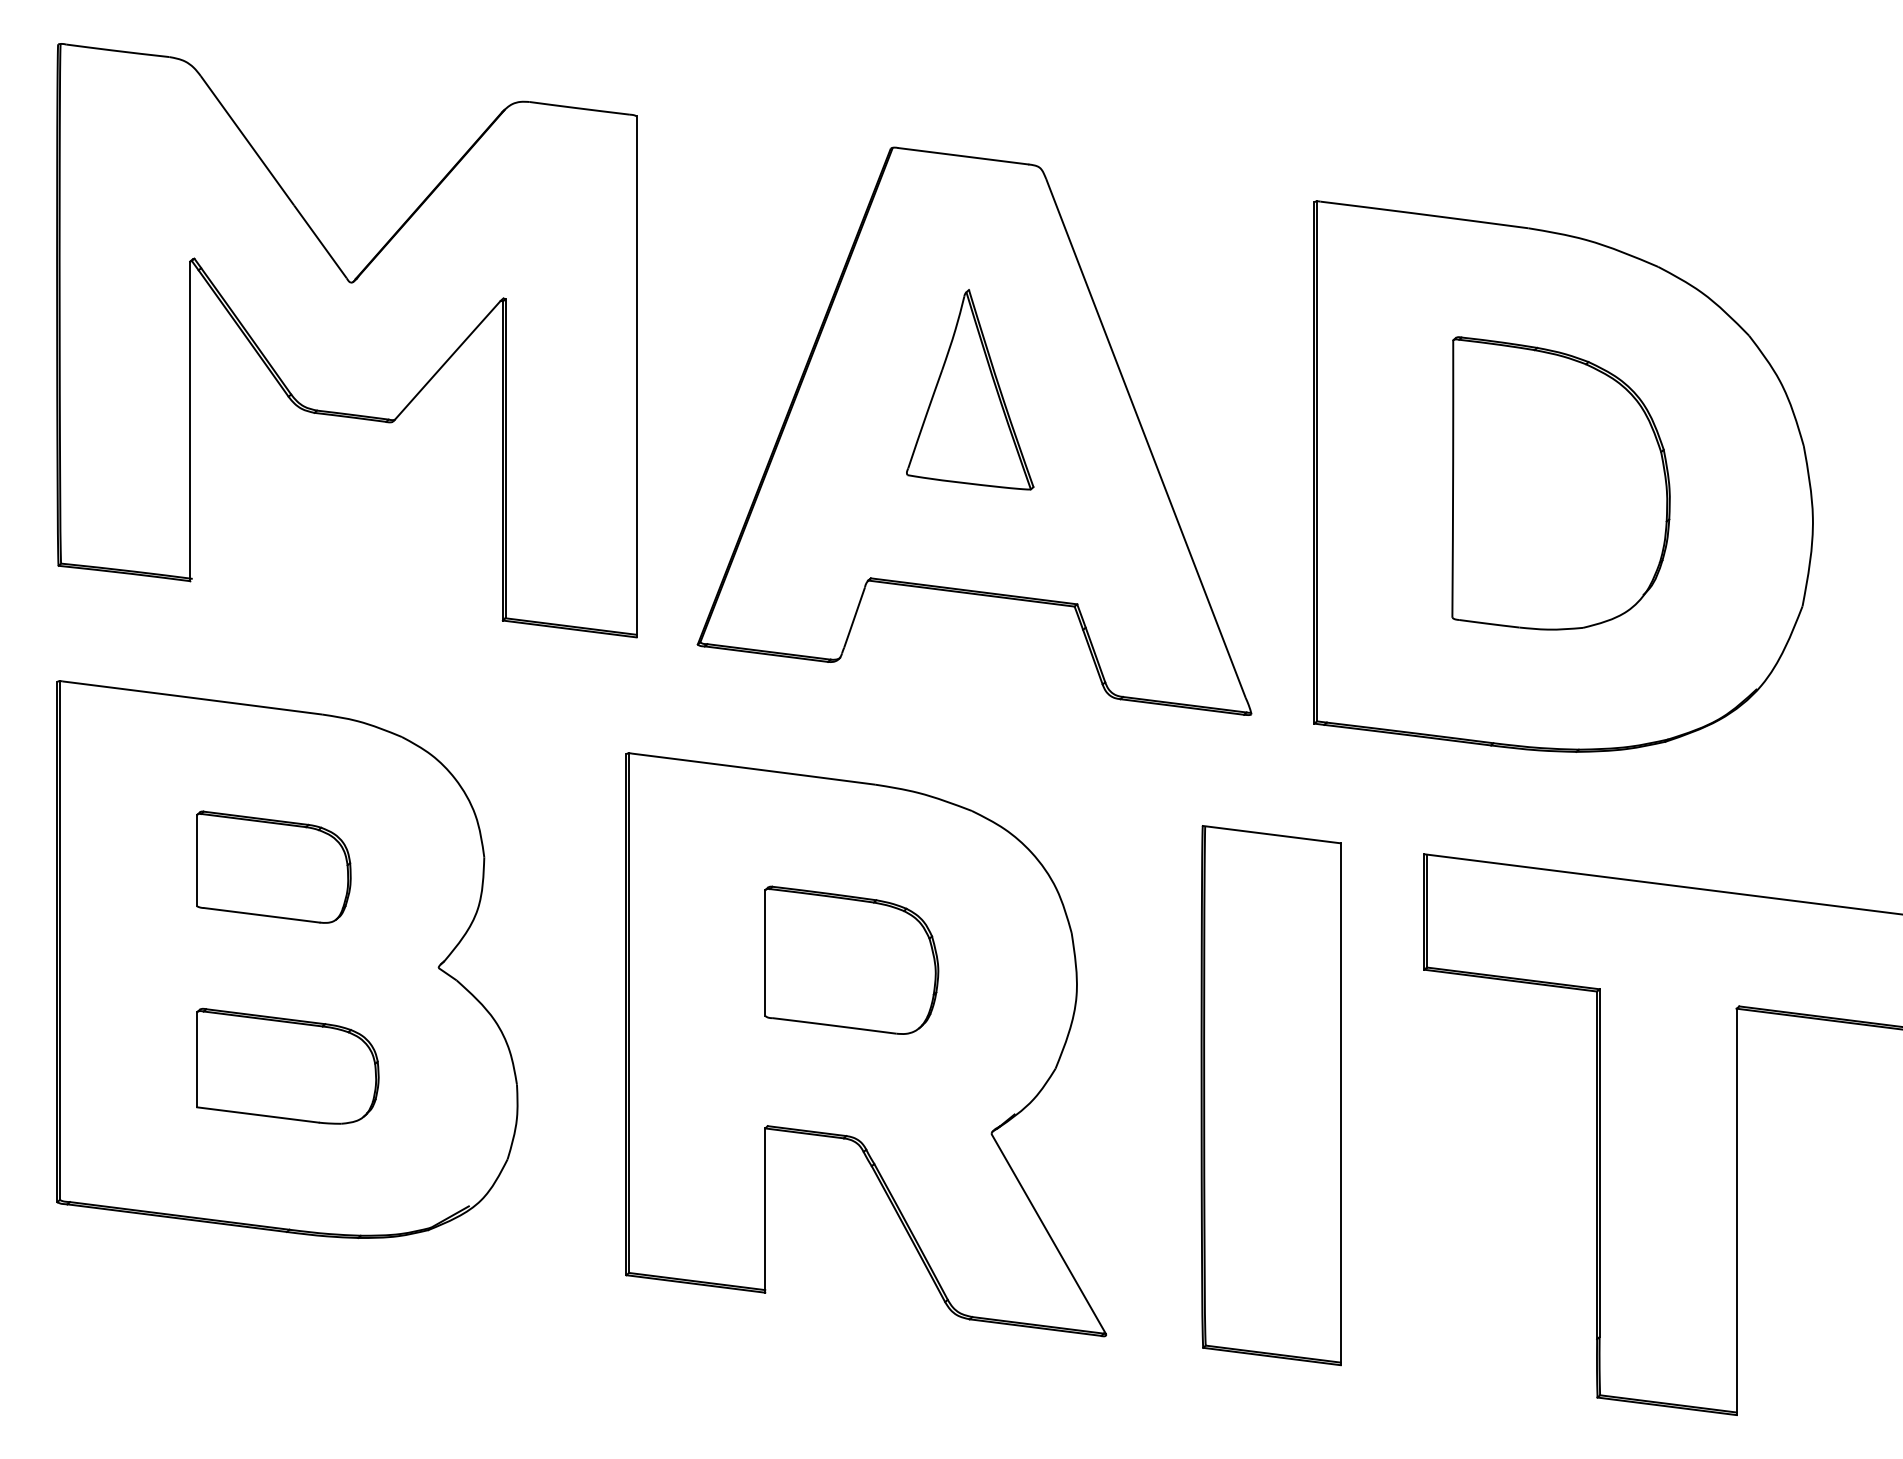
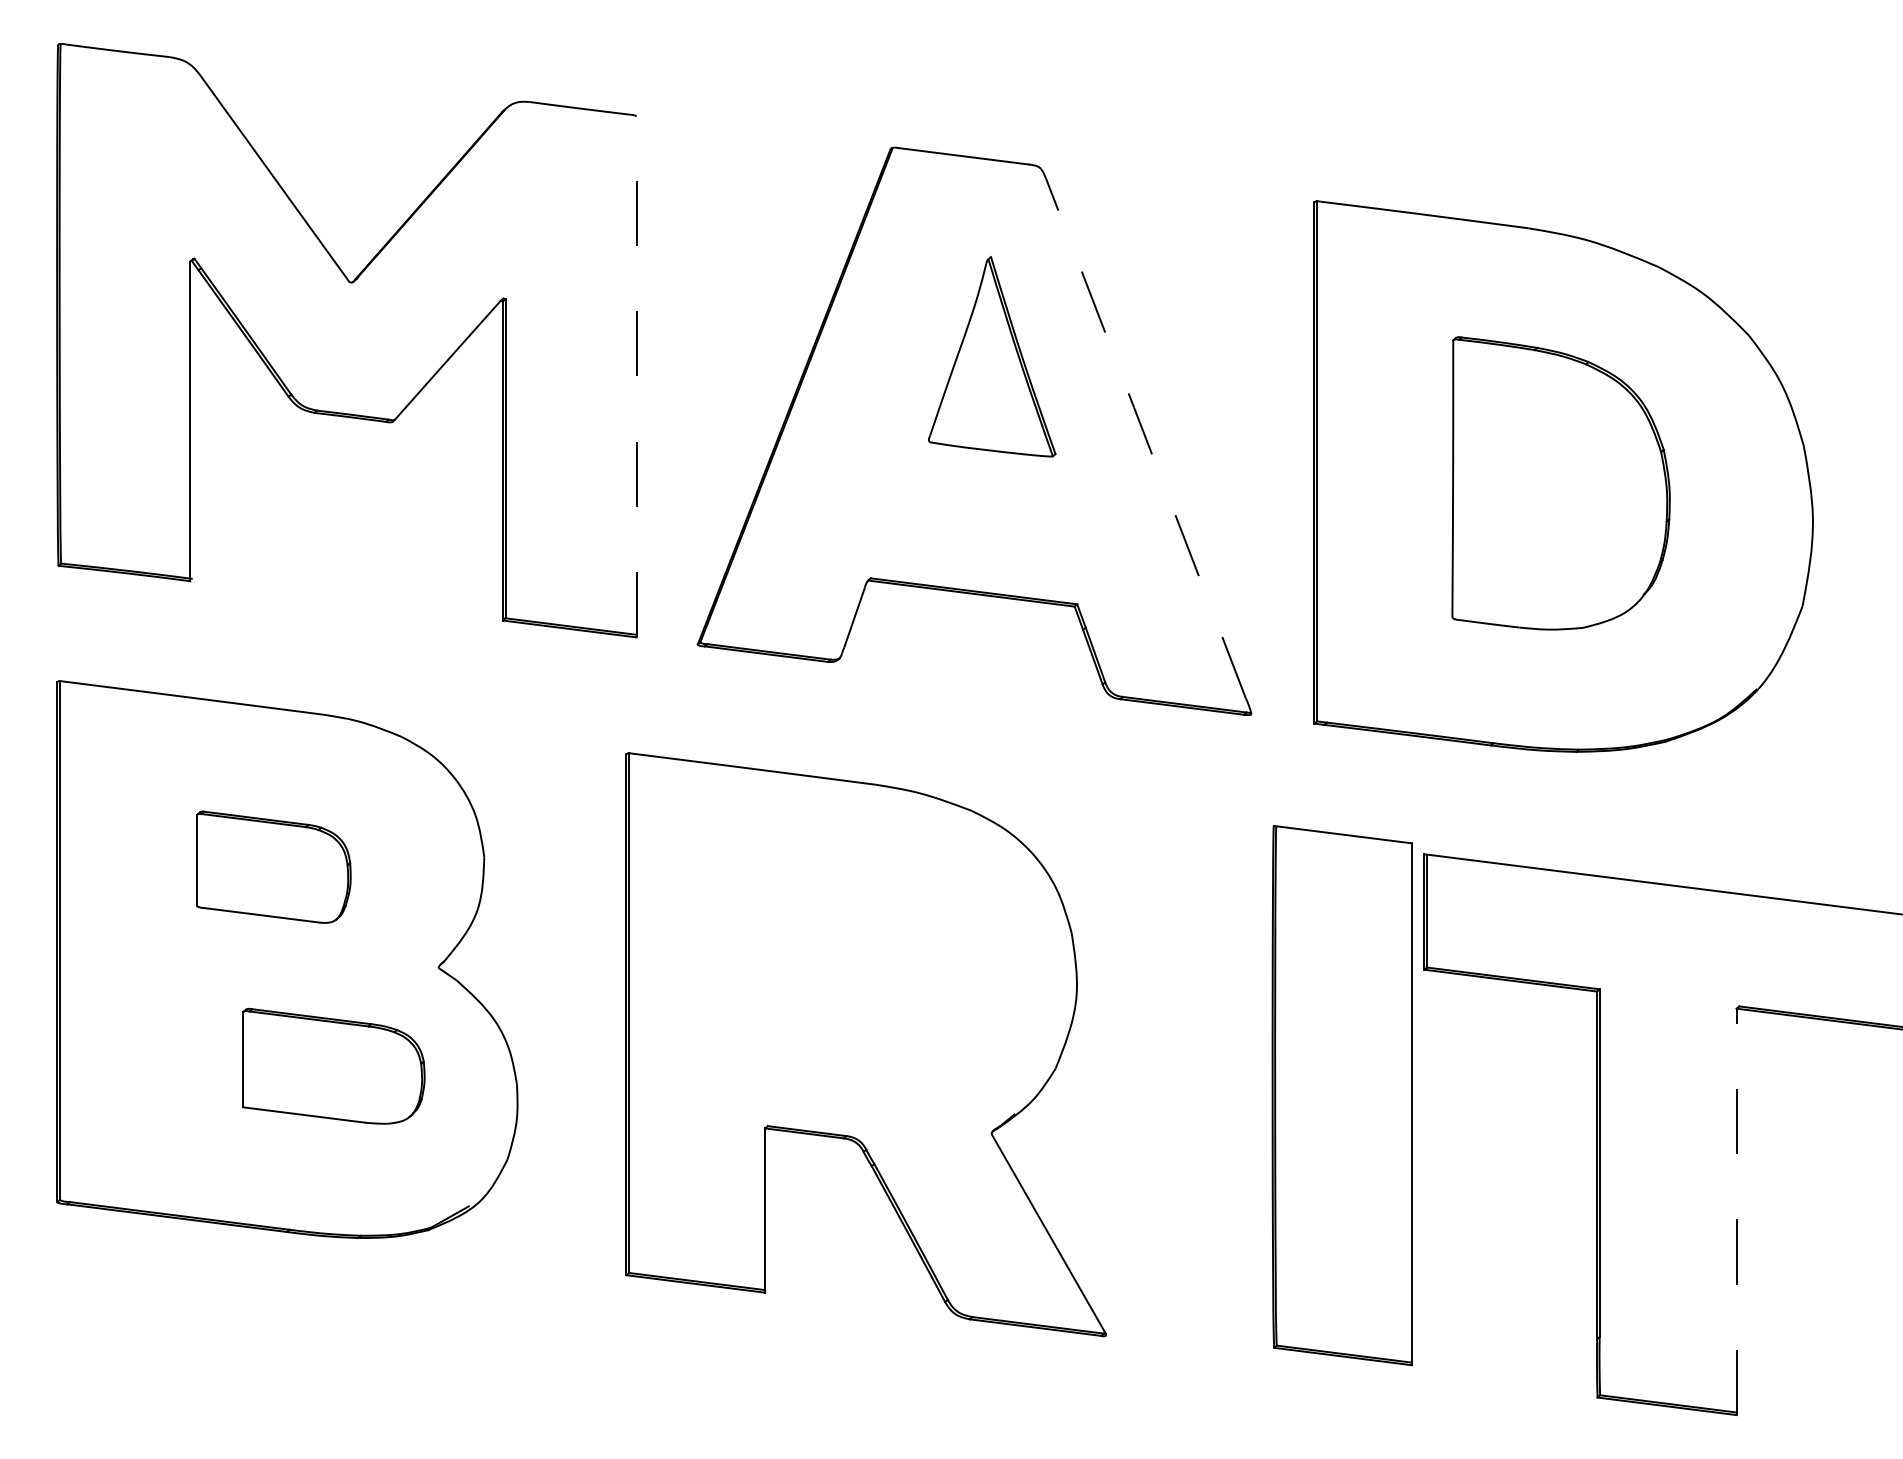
line at (636, 376): solid -> dashed
part at (970, 389) position: (970, 389) -> (992, 356)
line at (1145, 438): solid -> dashed
part at (851, 959): present -> none
part at (287, 1065) position: (287, 1065) -> (333, 1065)
part at (1270, 1095) position: (1270, 1095) -> (1341, 1095)
line at (1736, 1211): solid -> dashed
